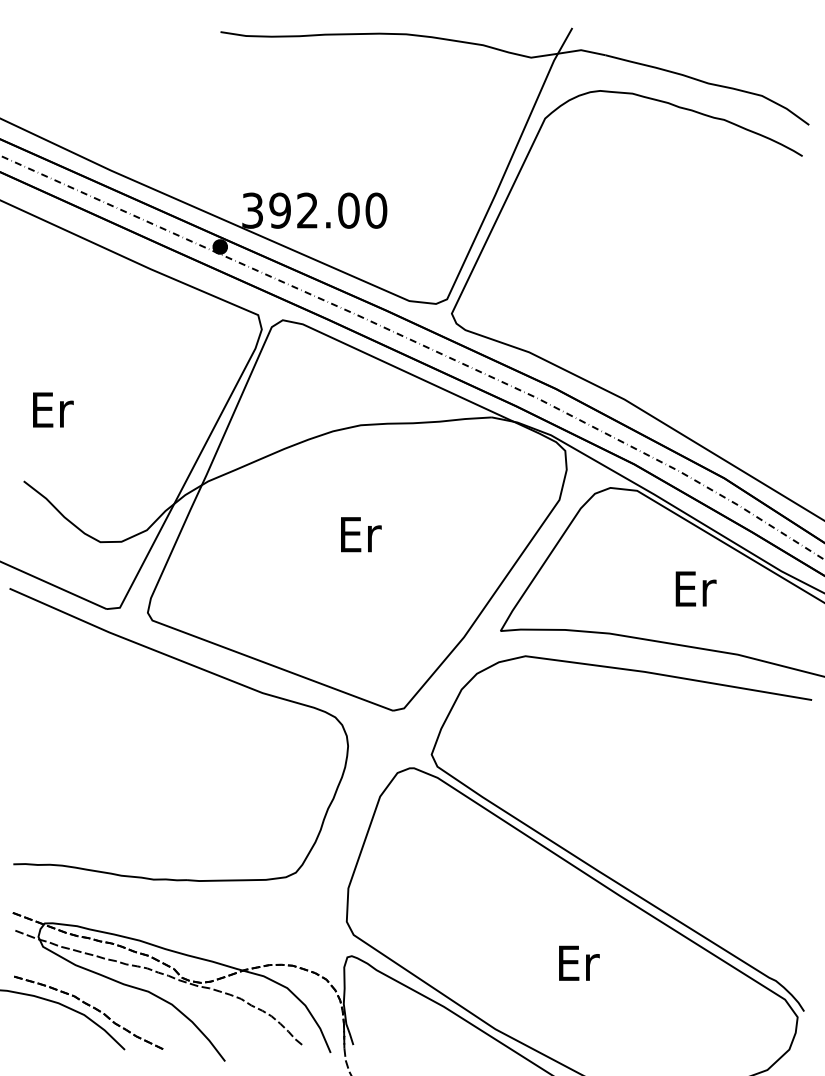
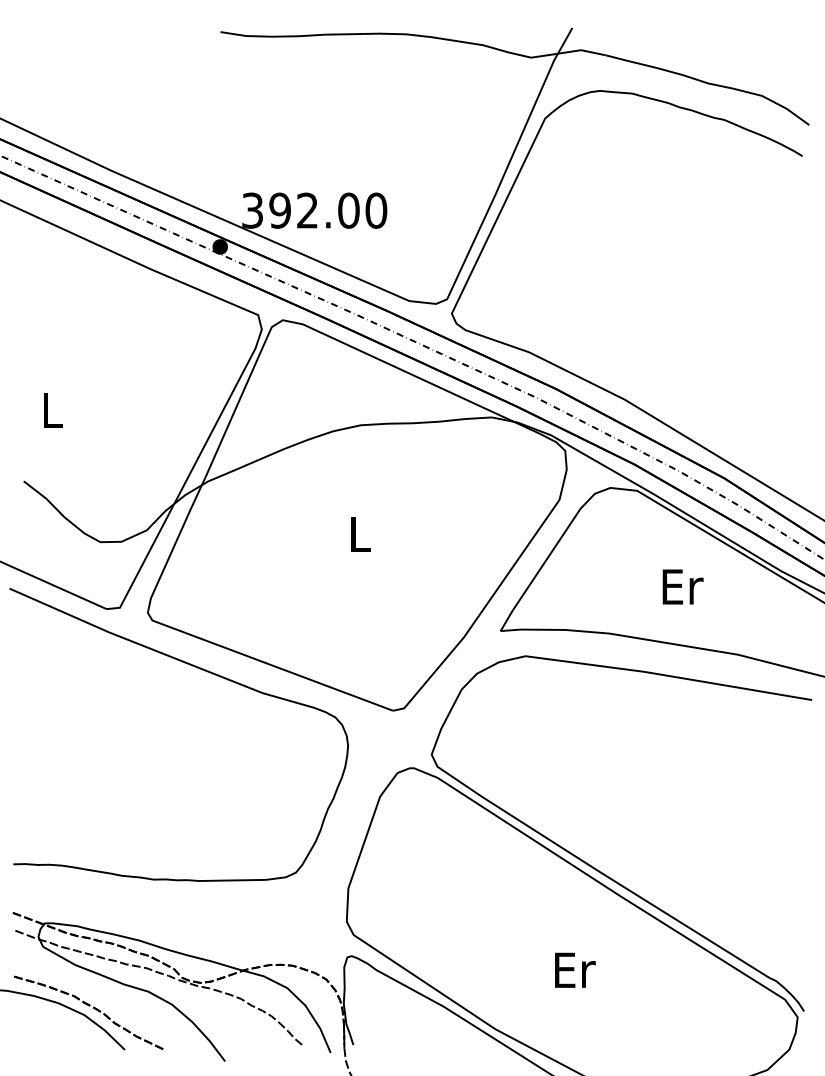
text at (53, 409): Er -> L
text at (361, 534): Er -> L
text at (695, 588) position: (695, 588) -> (682, 586)
text at (579, 962) position: (579, 962) -> (575, 969)
